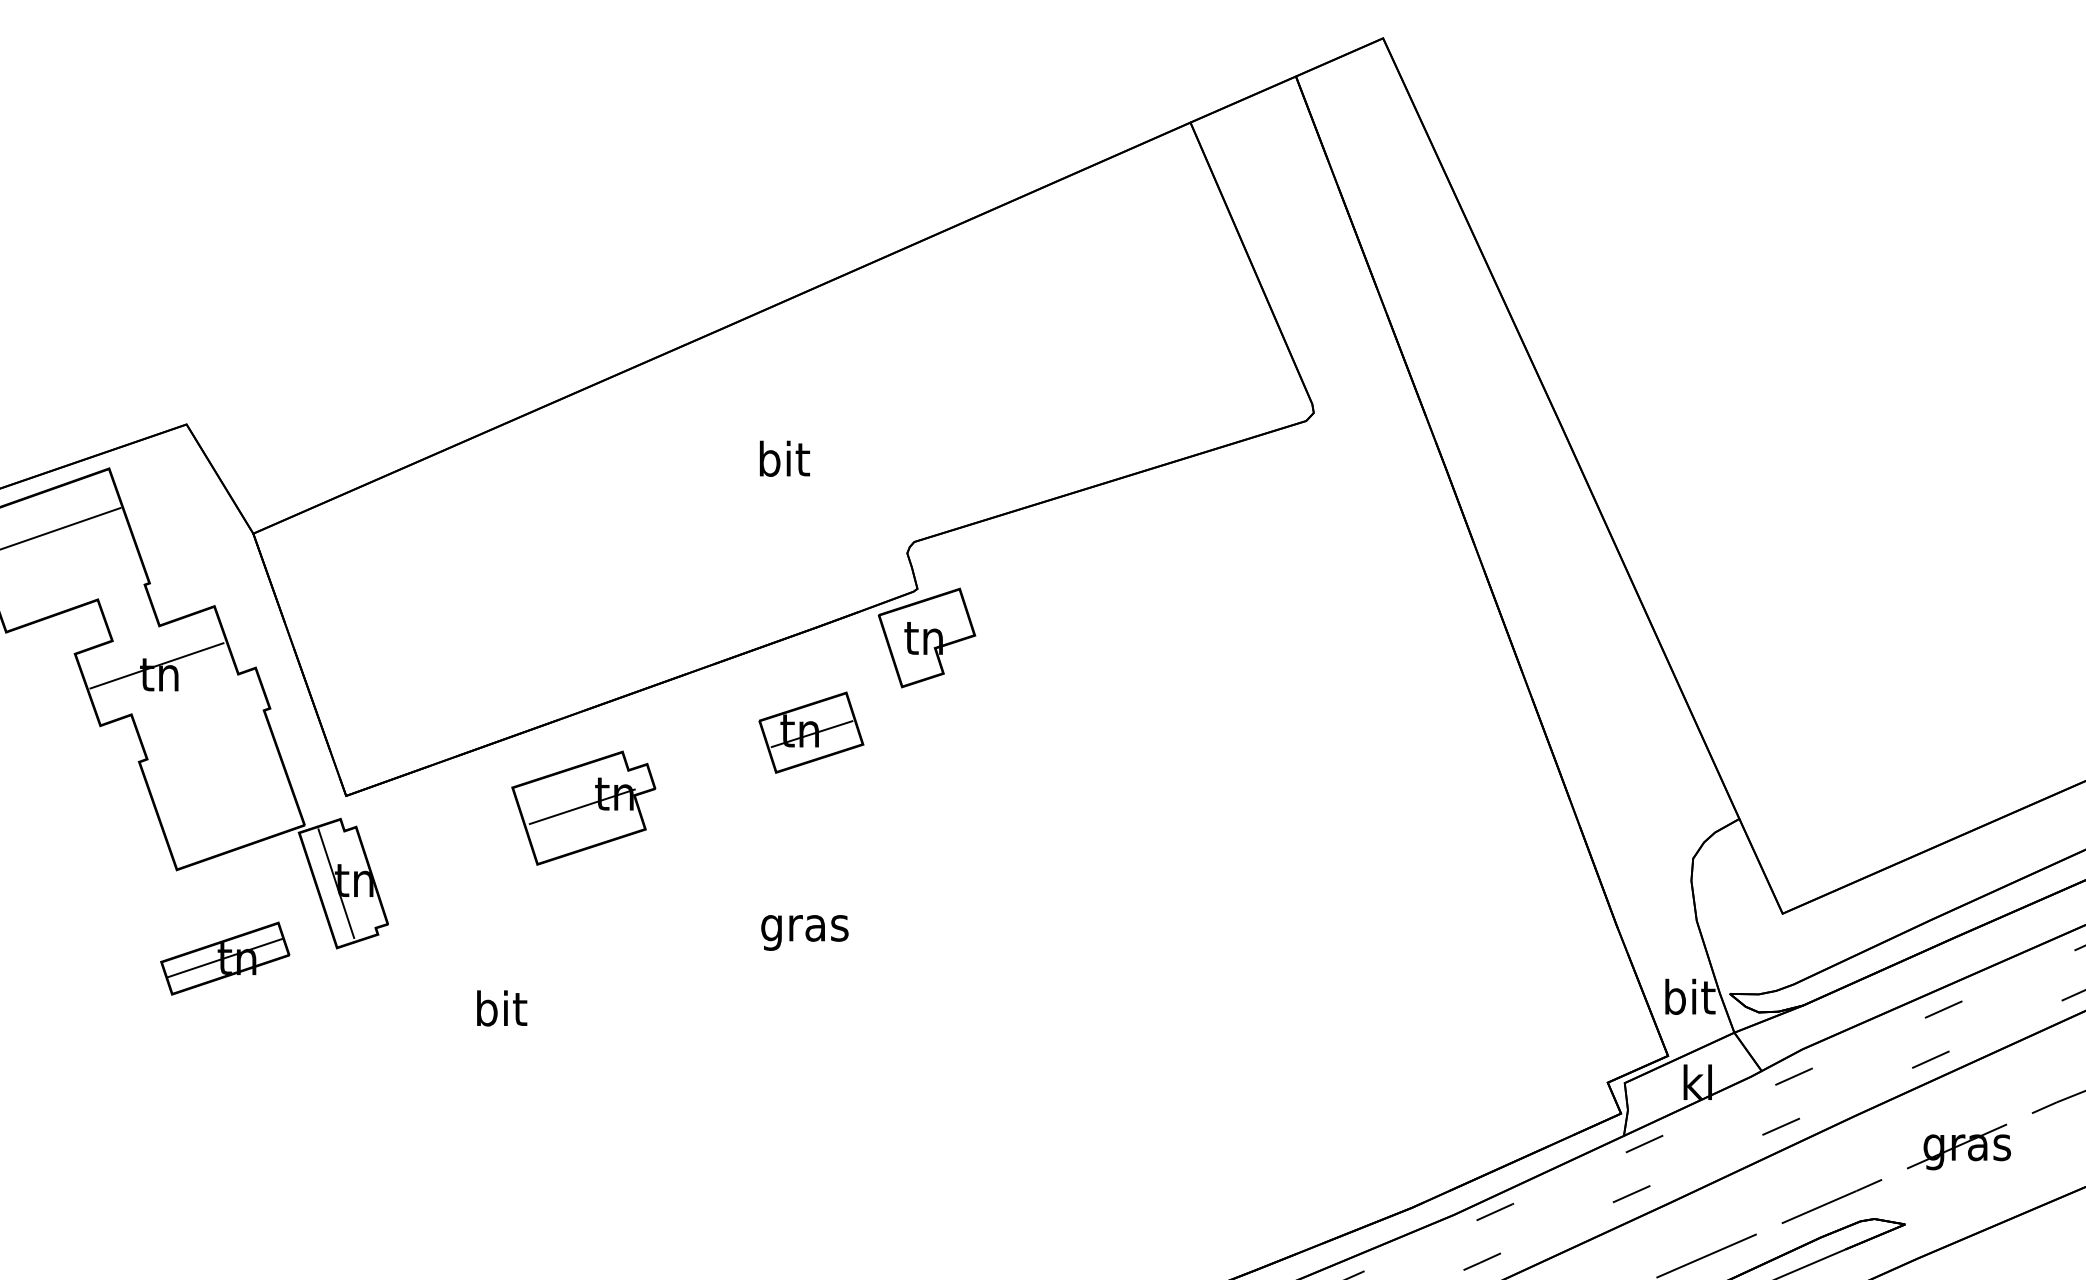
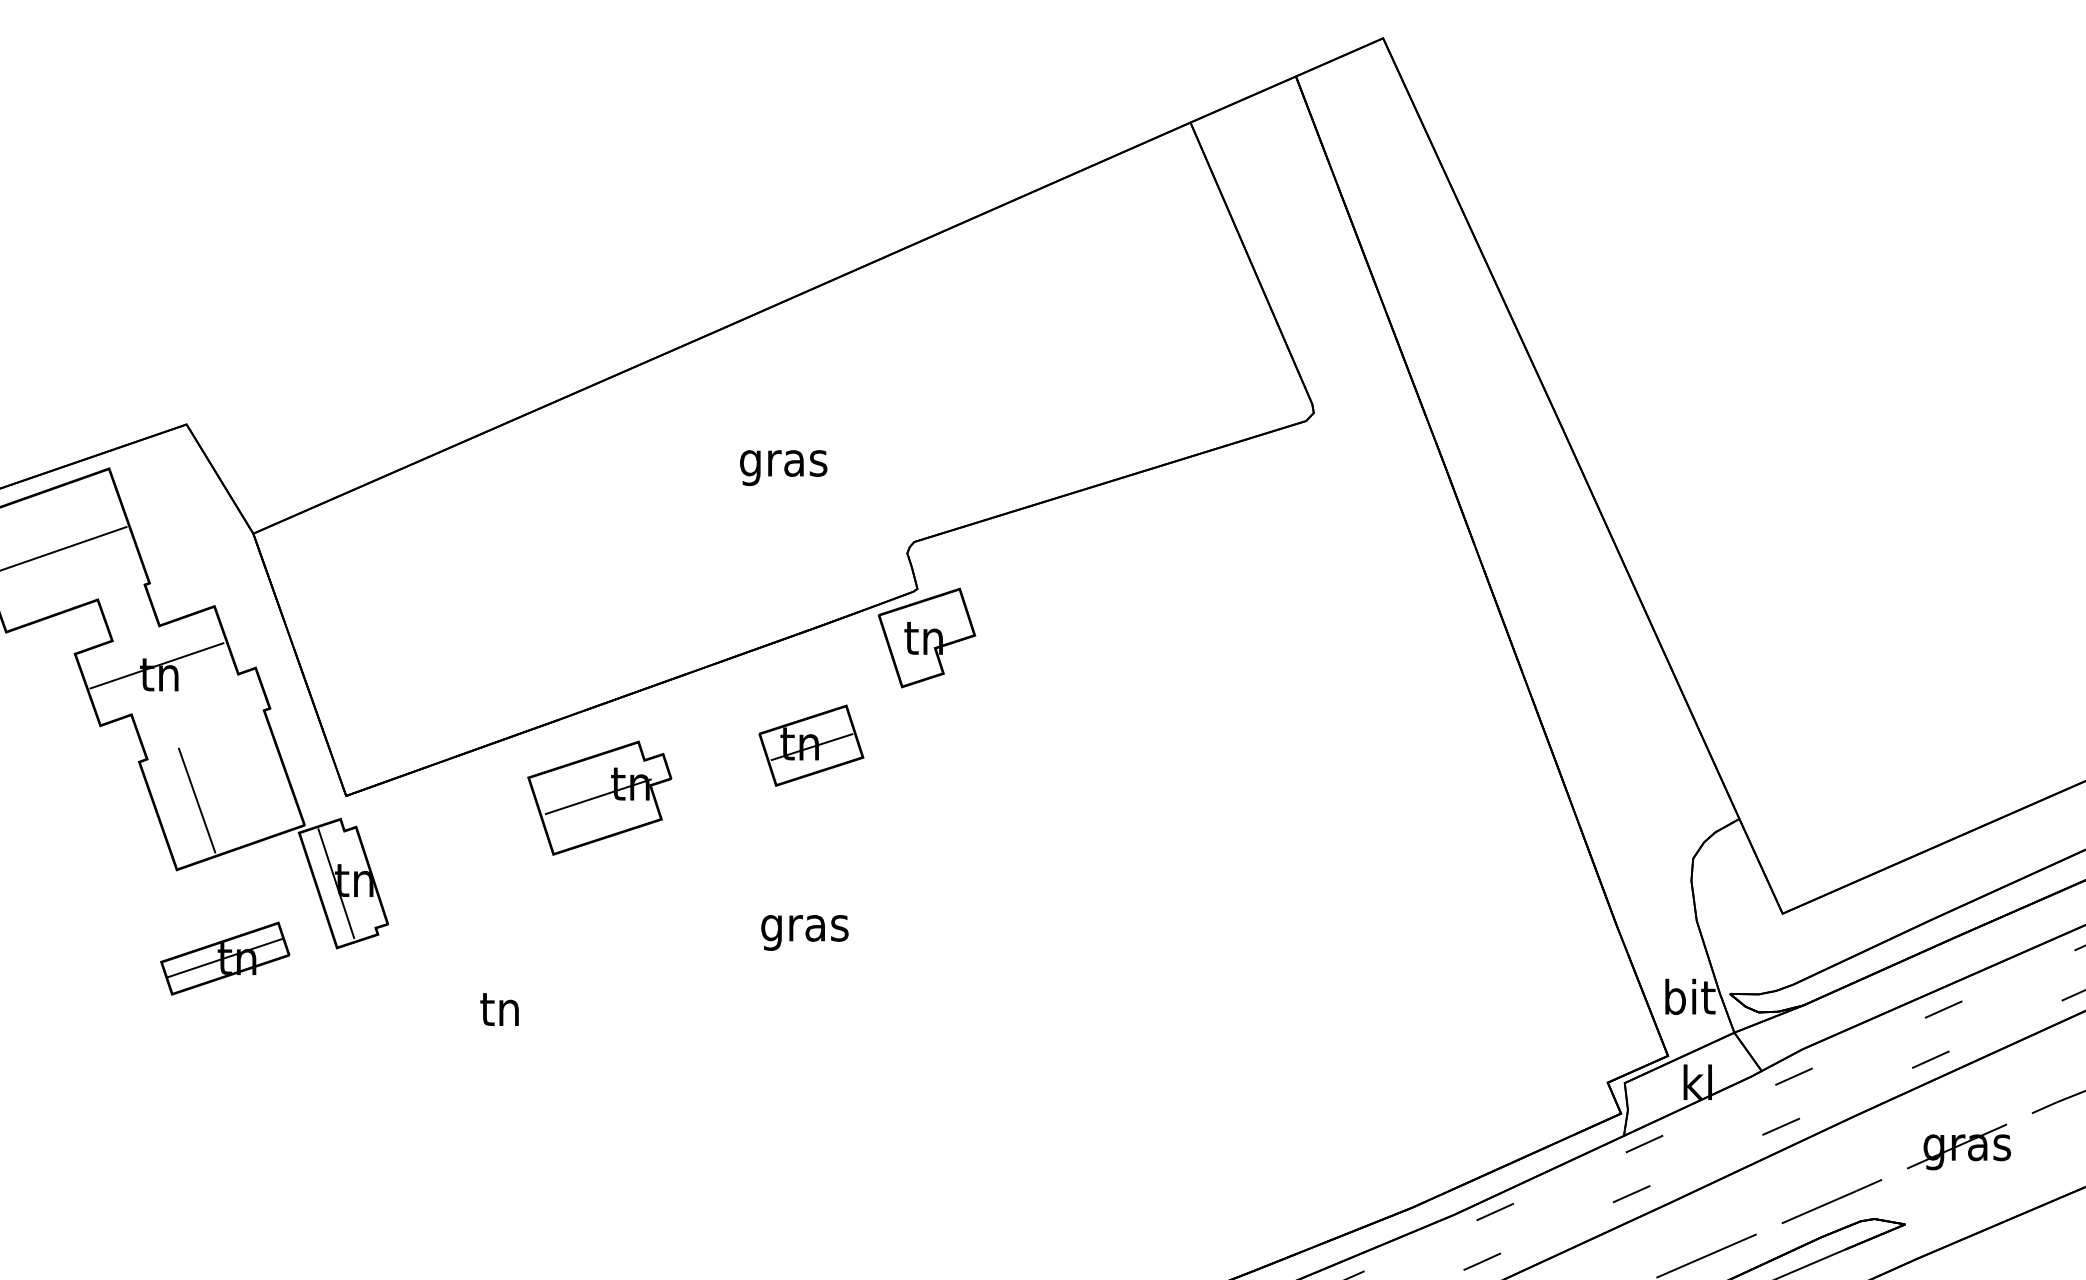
text at (783, 462): bit -> gras
line at (61, 528) position: (61, 528) -> (64, 548)
part at (811, 732) position: (811, 732) -> (811, 745)
line at (196, 800): none -> present
part at (583, 807) position: (583, 807) -> (599, 797)
text at (502, 1008): bit -> tn
